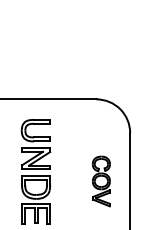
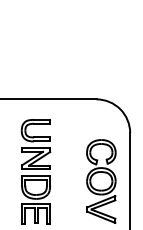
part at (100, 181) size: 20x53 px -> 31x85 px
